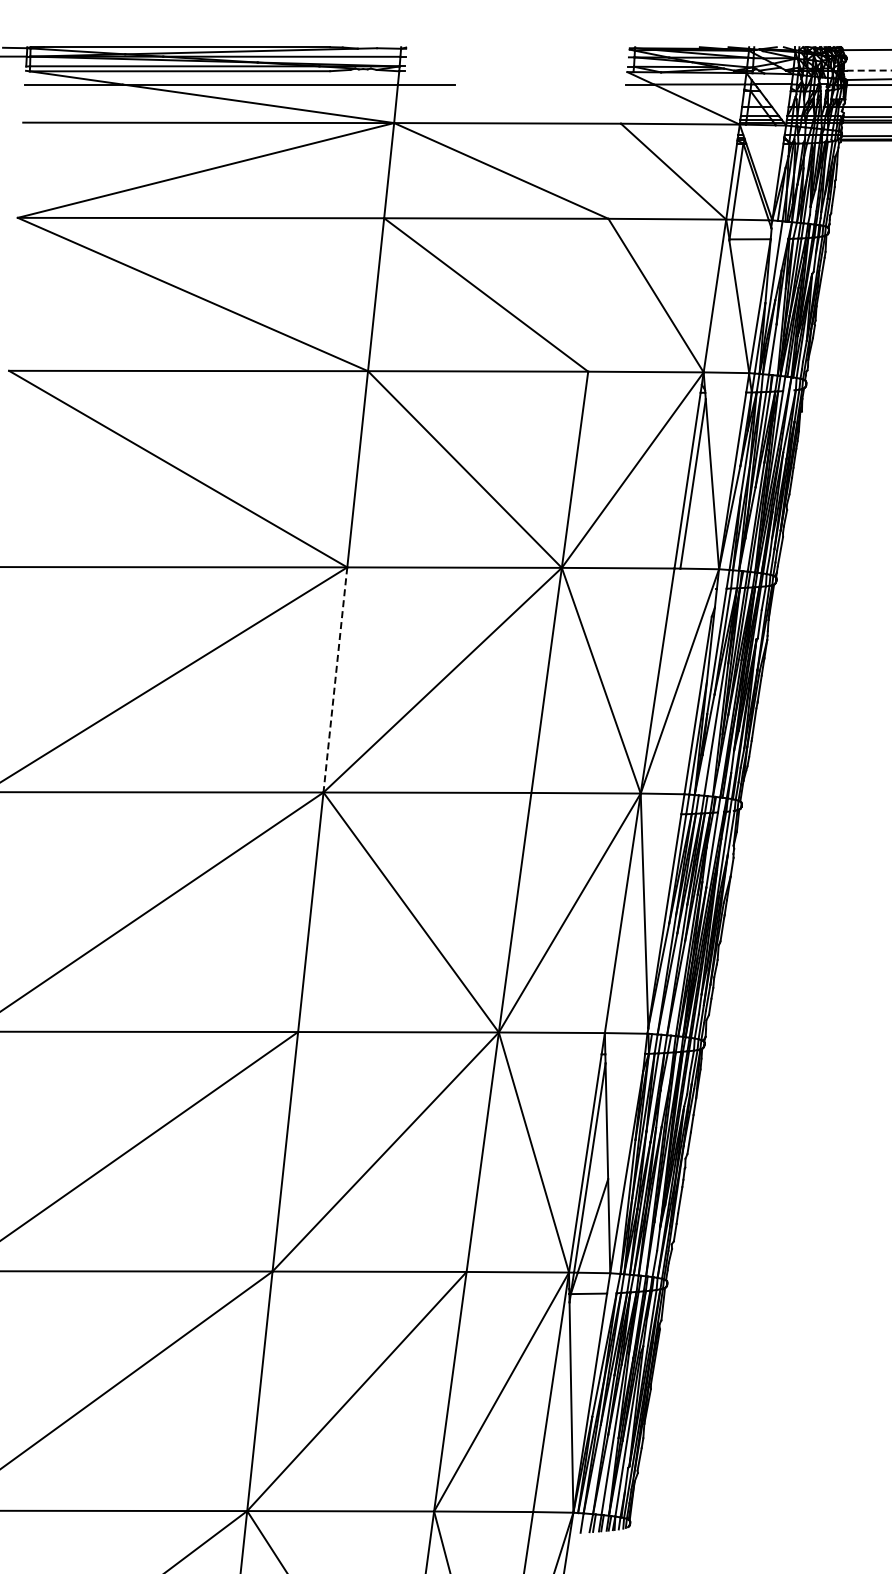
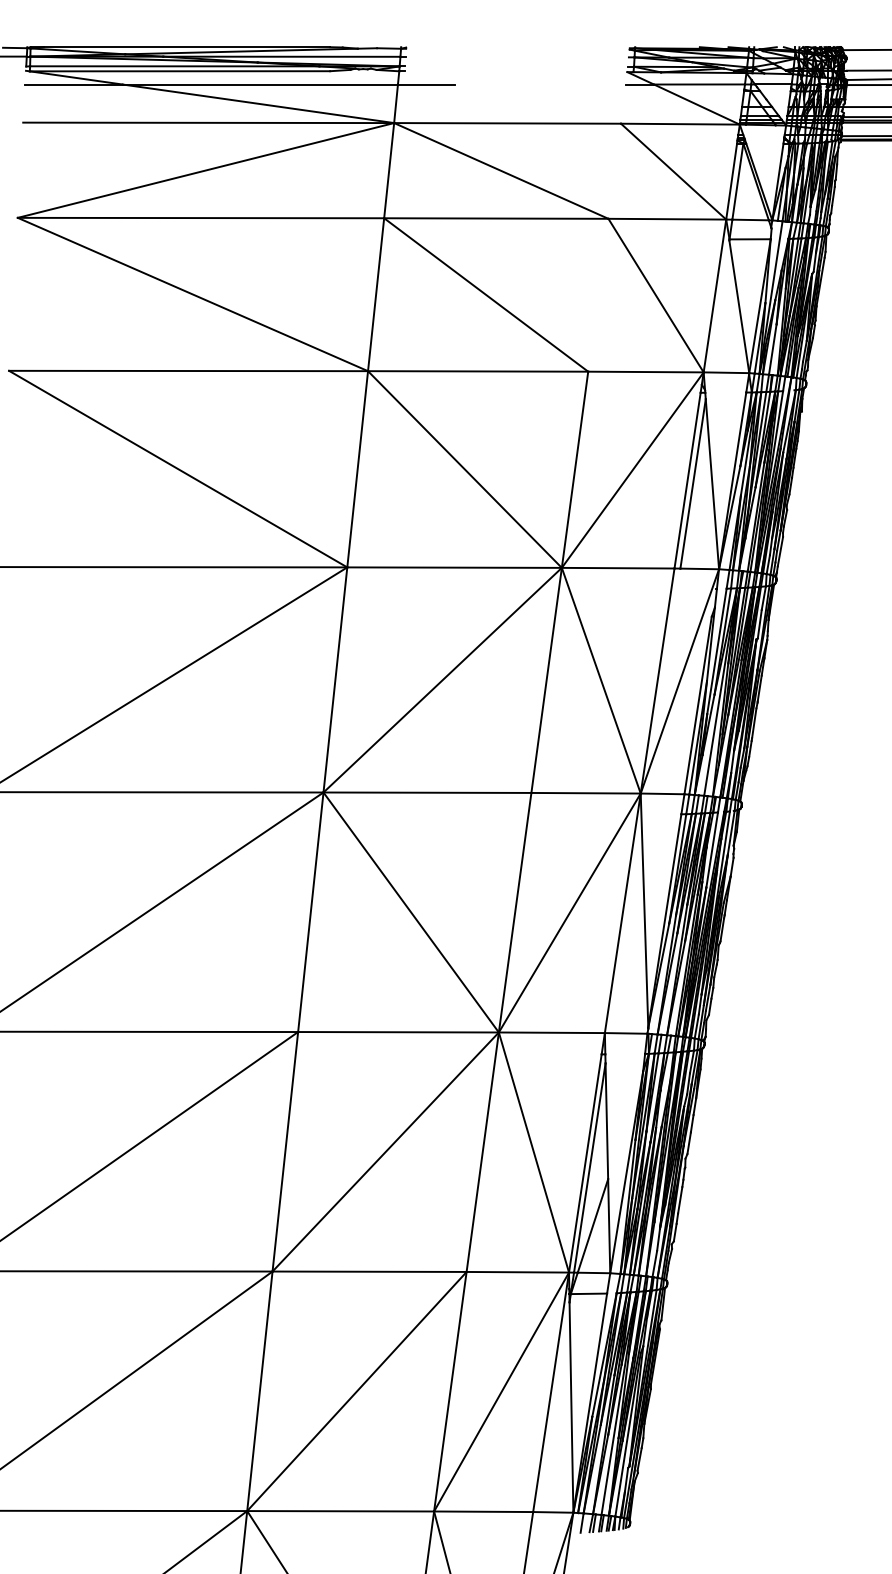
line at (869, 70): dashed -> solid
line at (335, 680): dashed -> solid
